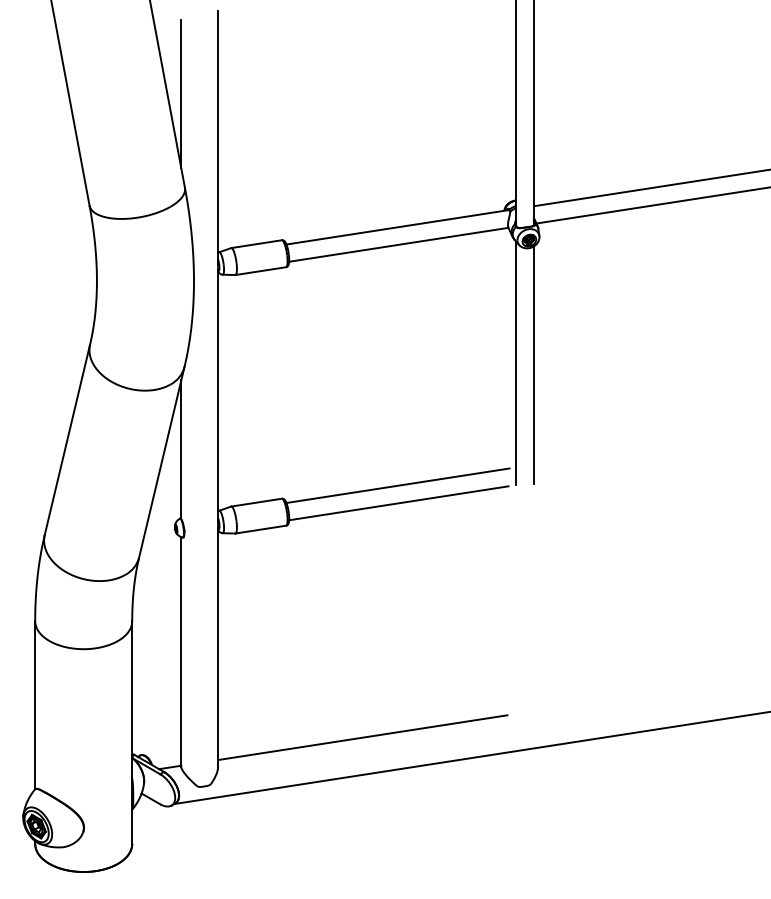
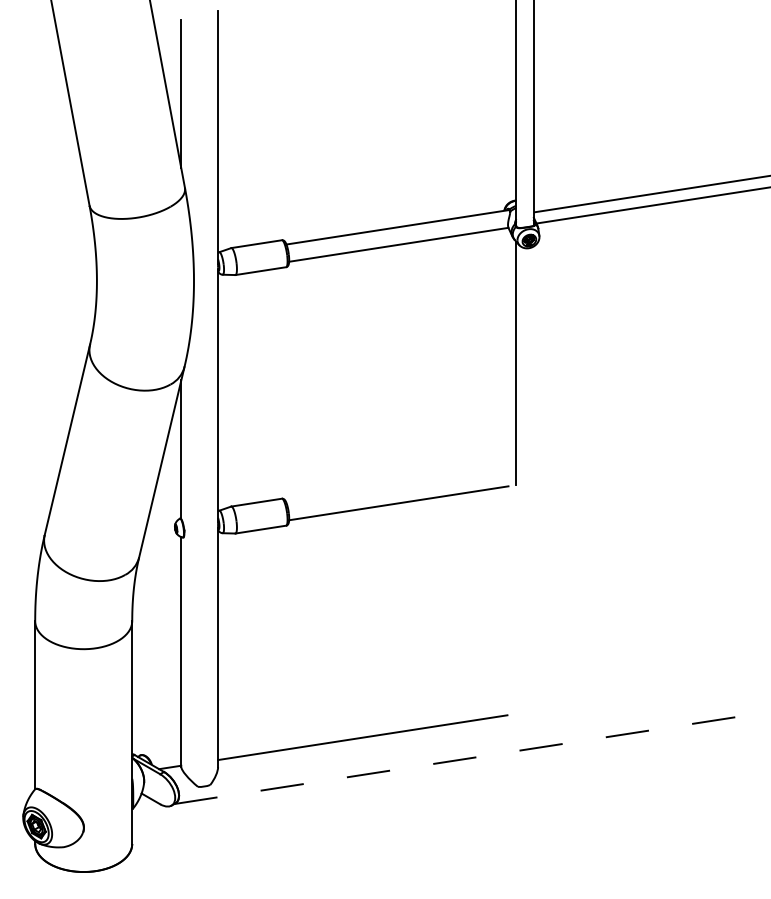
line at (650, 188) position: (650, 188) -> (650, 194)
line at (533, 365): present -> none
line at (397, 485): present -> none
line at (472, 757): solid -> dashed
